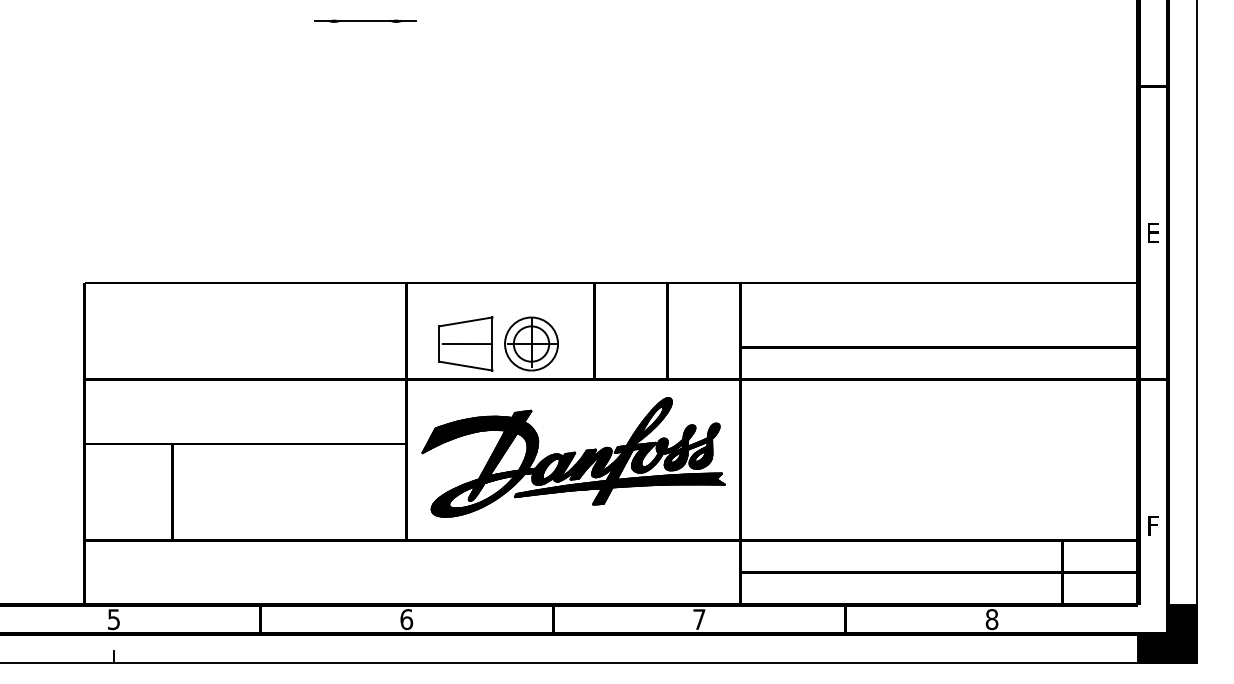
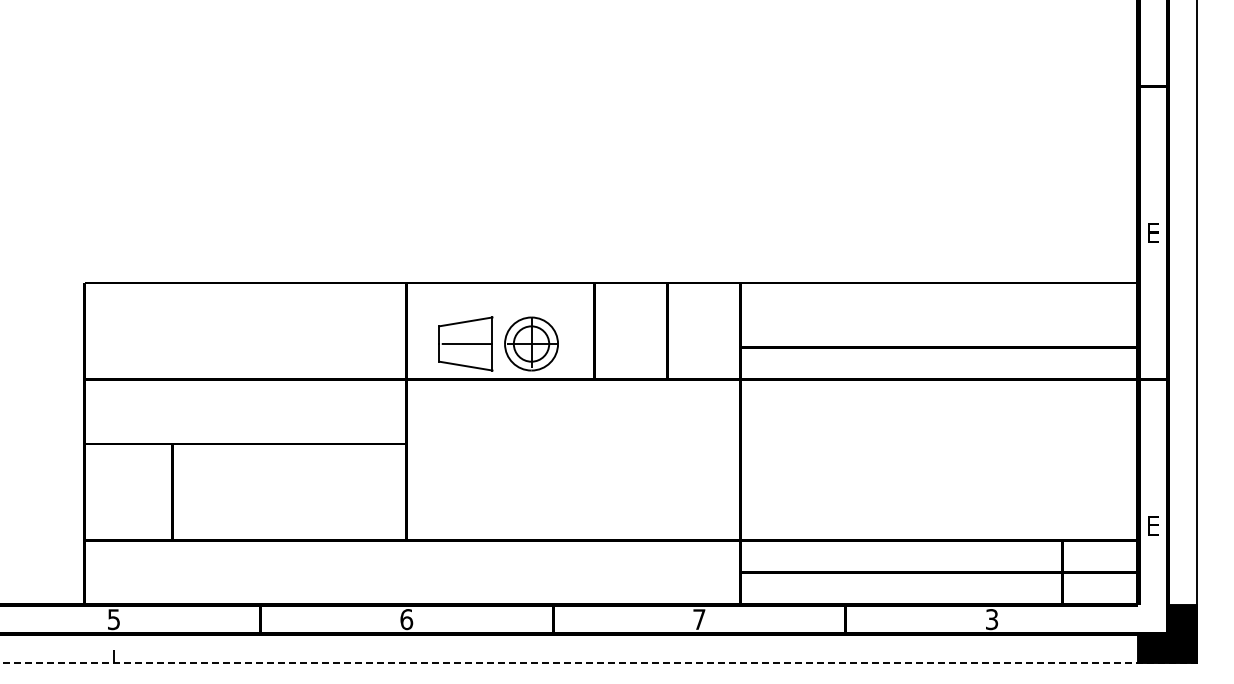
part at (365, 20): present -> none
part at (573, 457): present -> none
text at (1154, 526): F -> E
text at (991, 619): 8 -> 3
line at (599, 663): solid -> dashed
